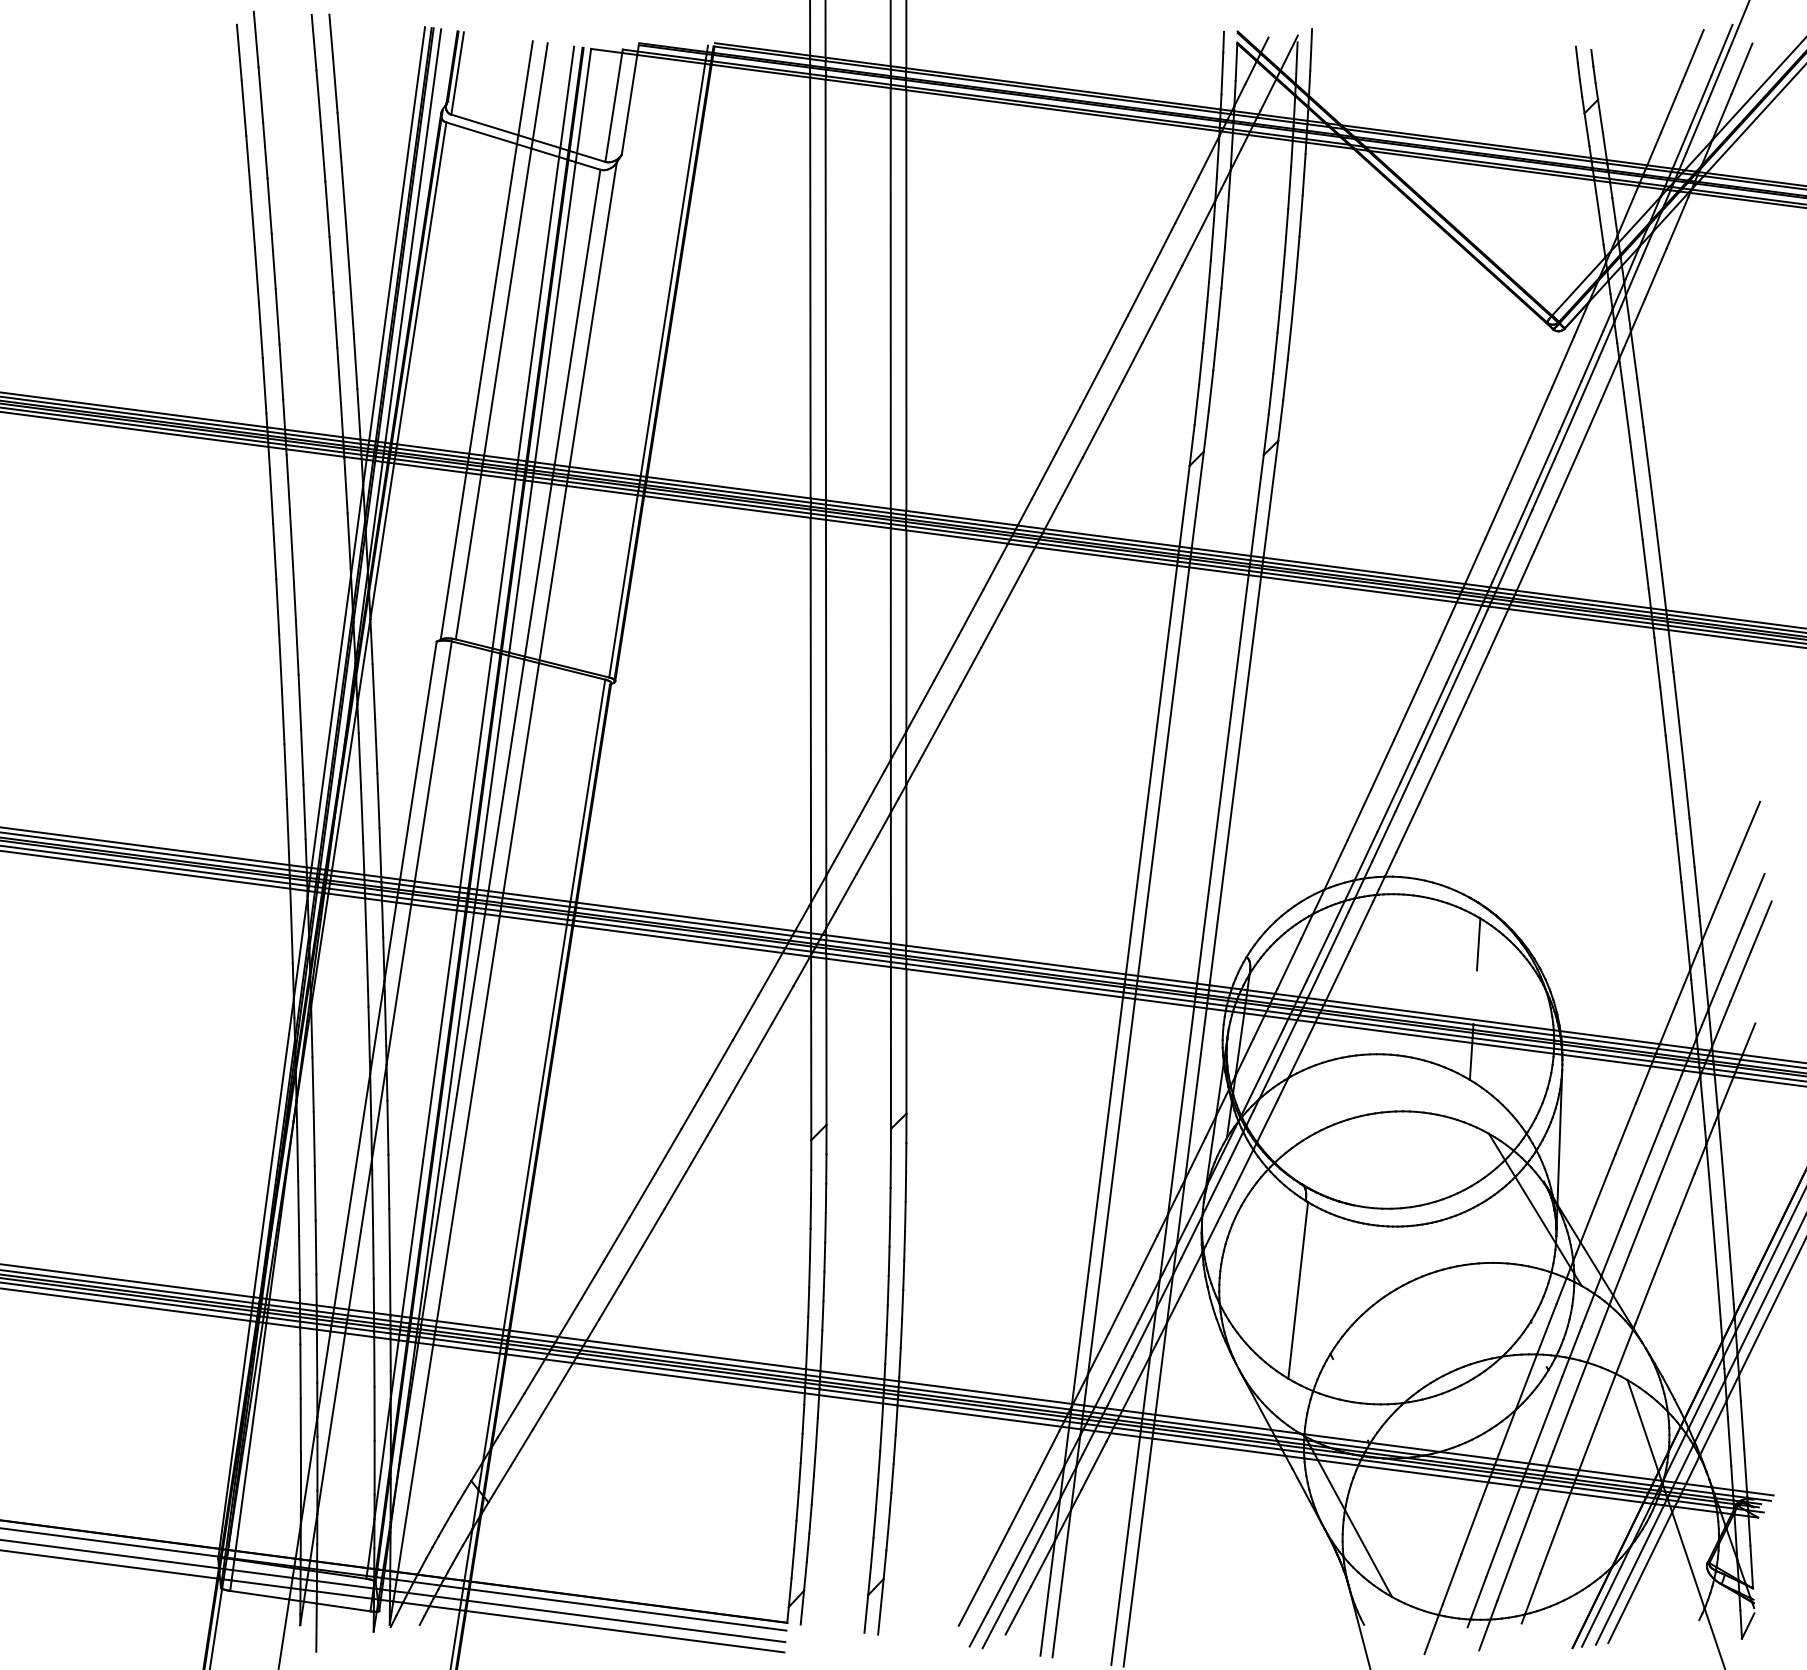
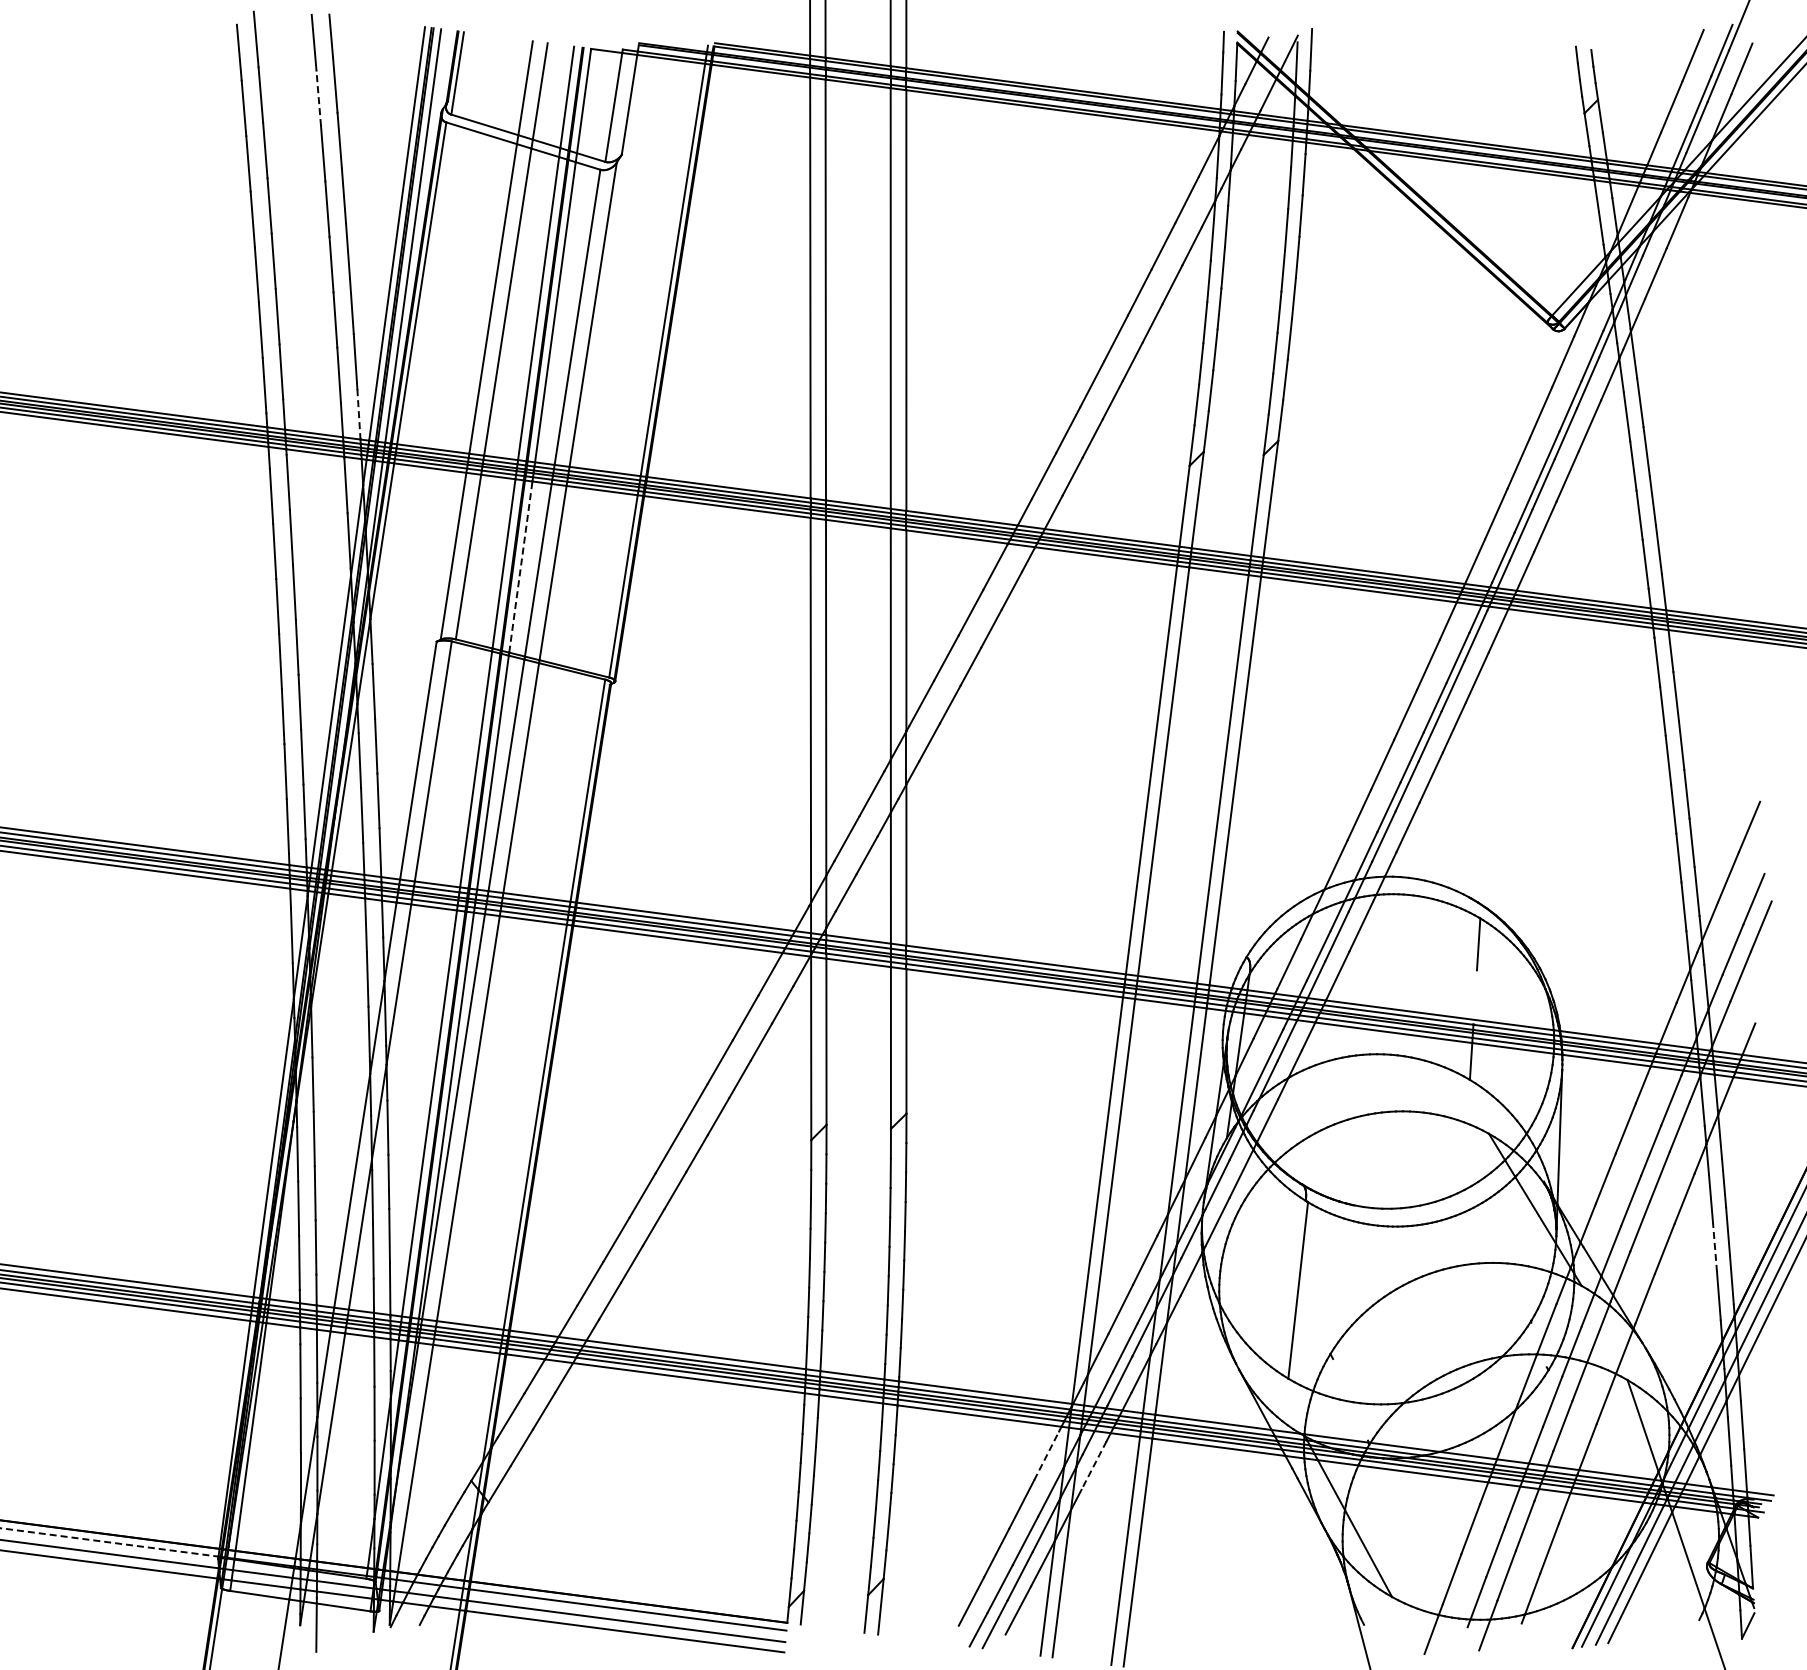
line at (318, 98): solid -> dashed
line at (358, 414): solid -> dashed
line at (520, 566): solid -> dashed
line at (1714, 1247): solid -> dashed
line at (1046, 1455): solid -> dashed
line at (1093, 1466): solid -> dashed
line at (109, 1542): solid -> dashed
